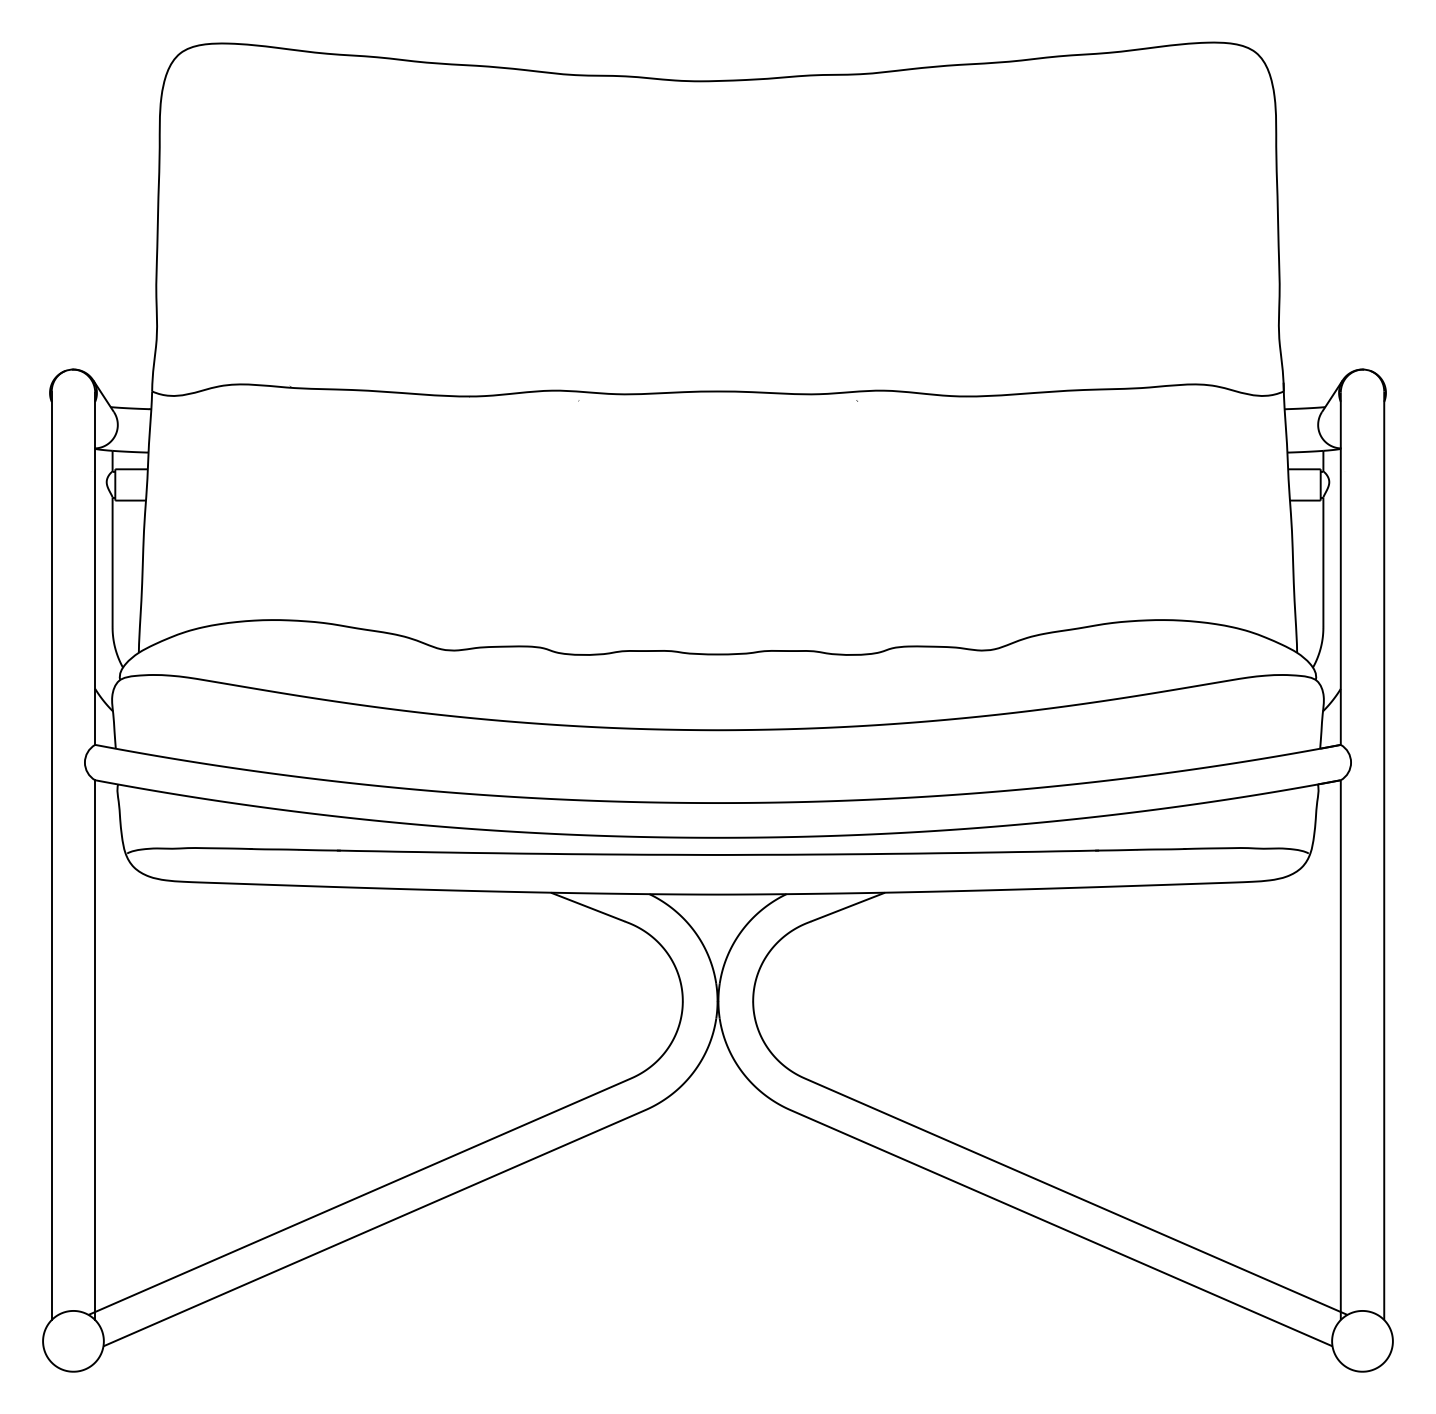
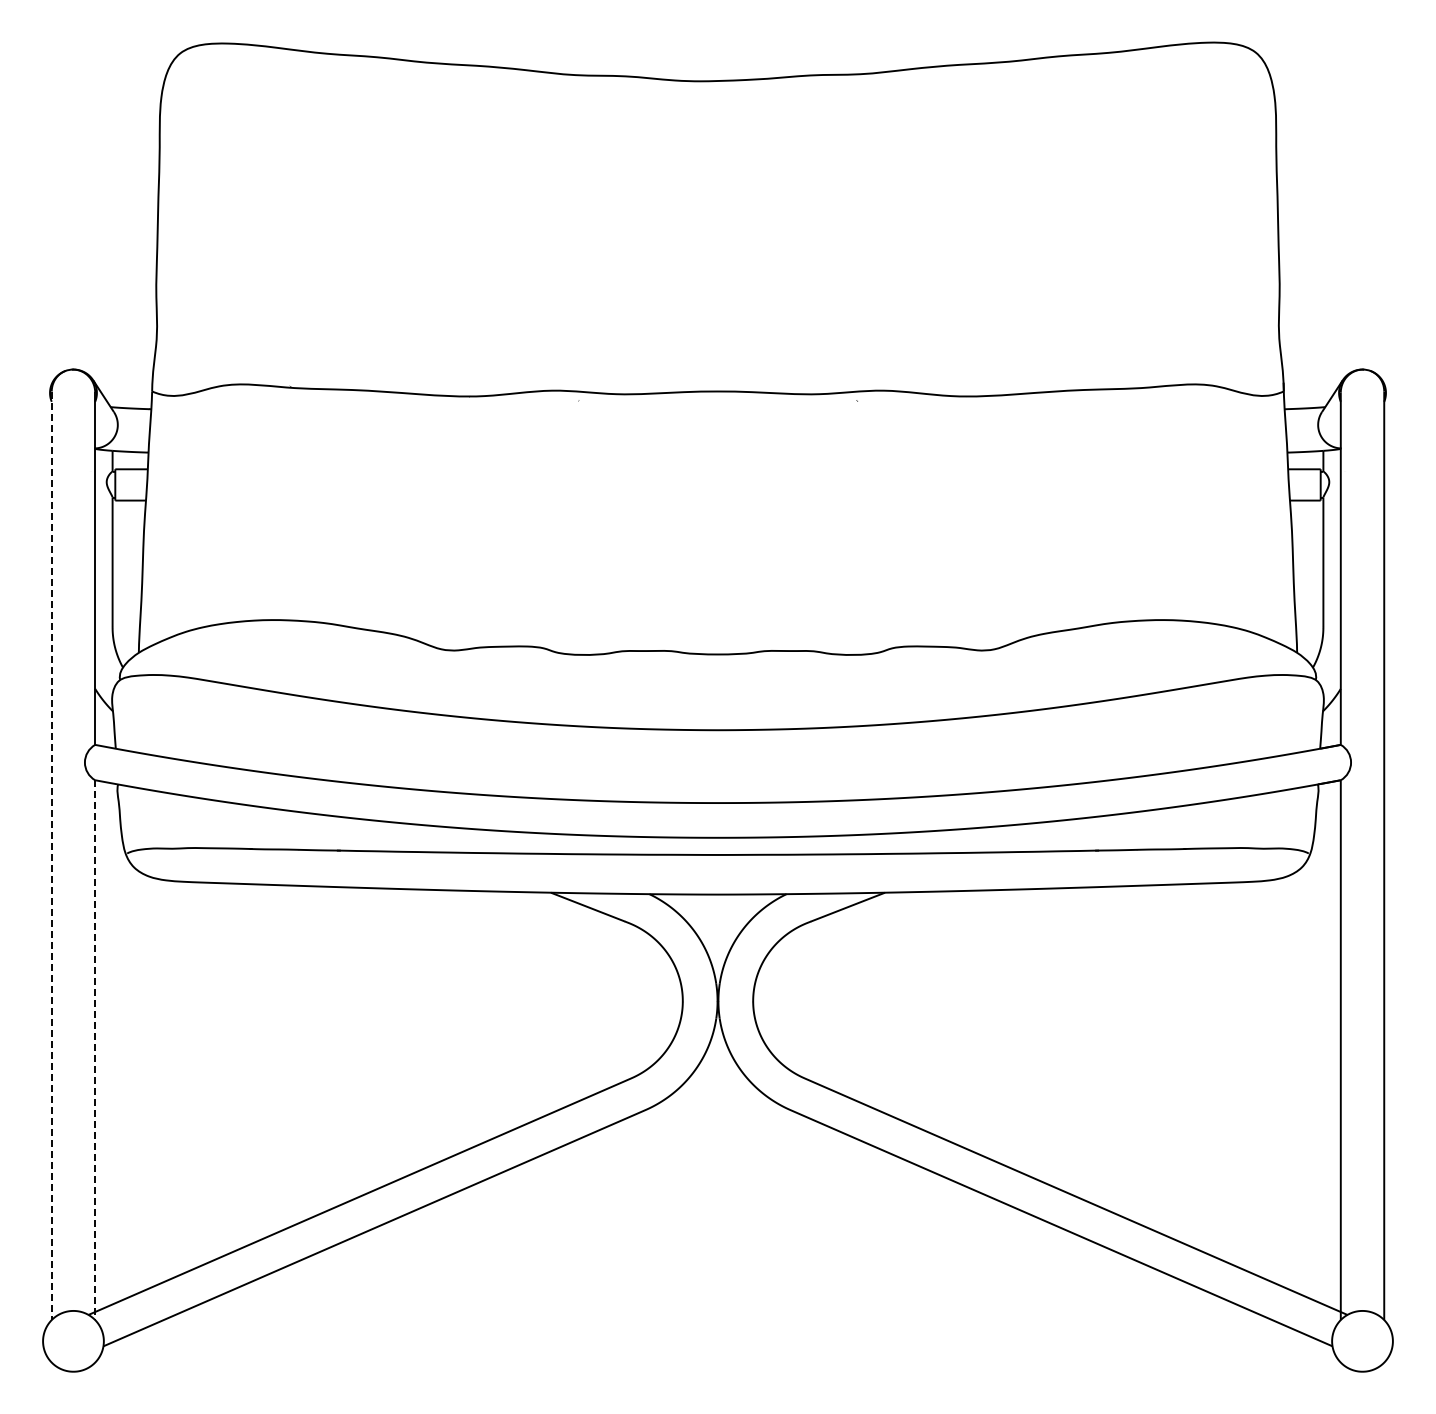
line at (51, 856): solid -> dashed
line at (95, 1050): solid -> dashed
